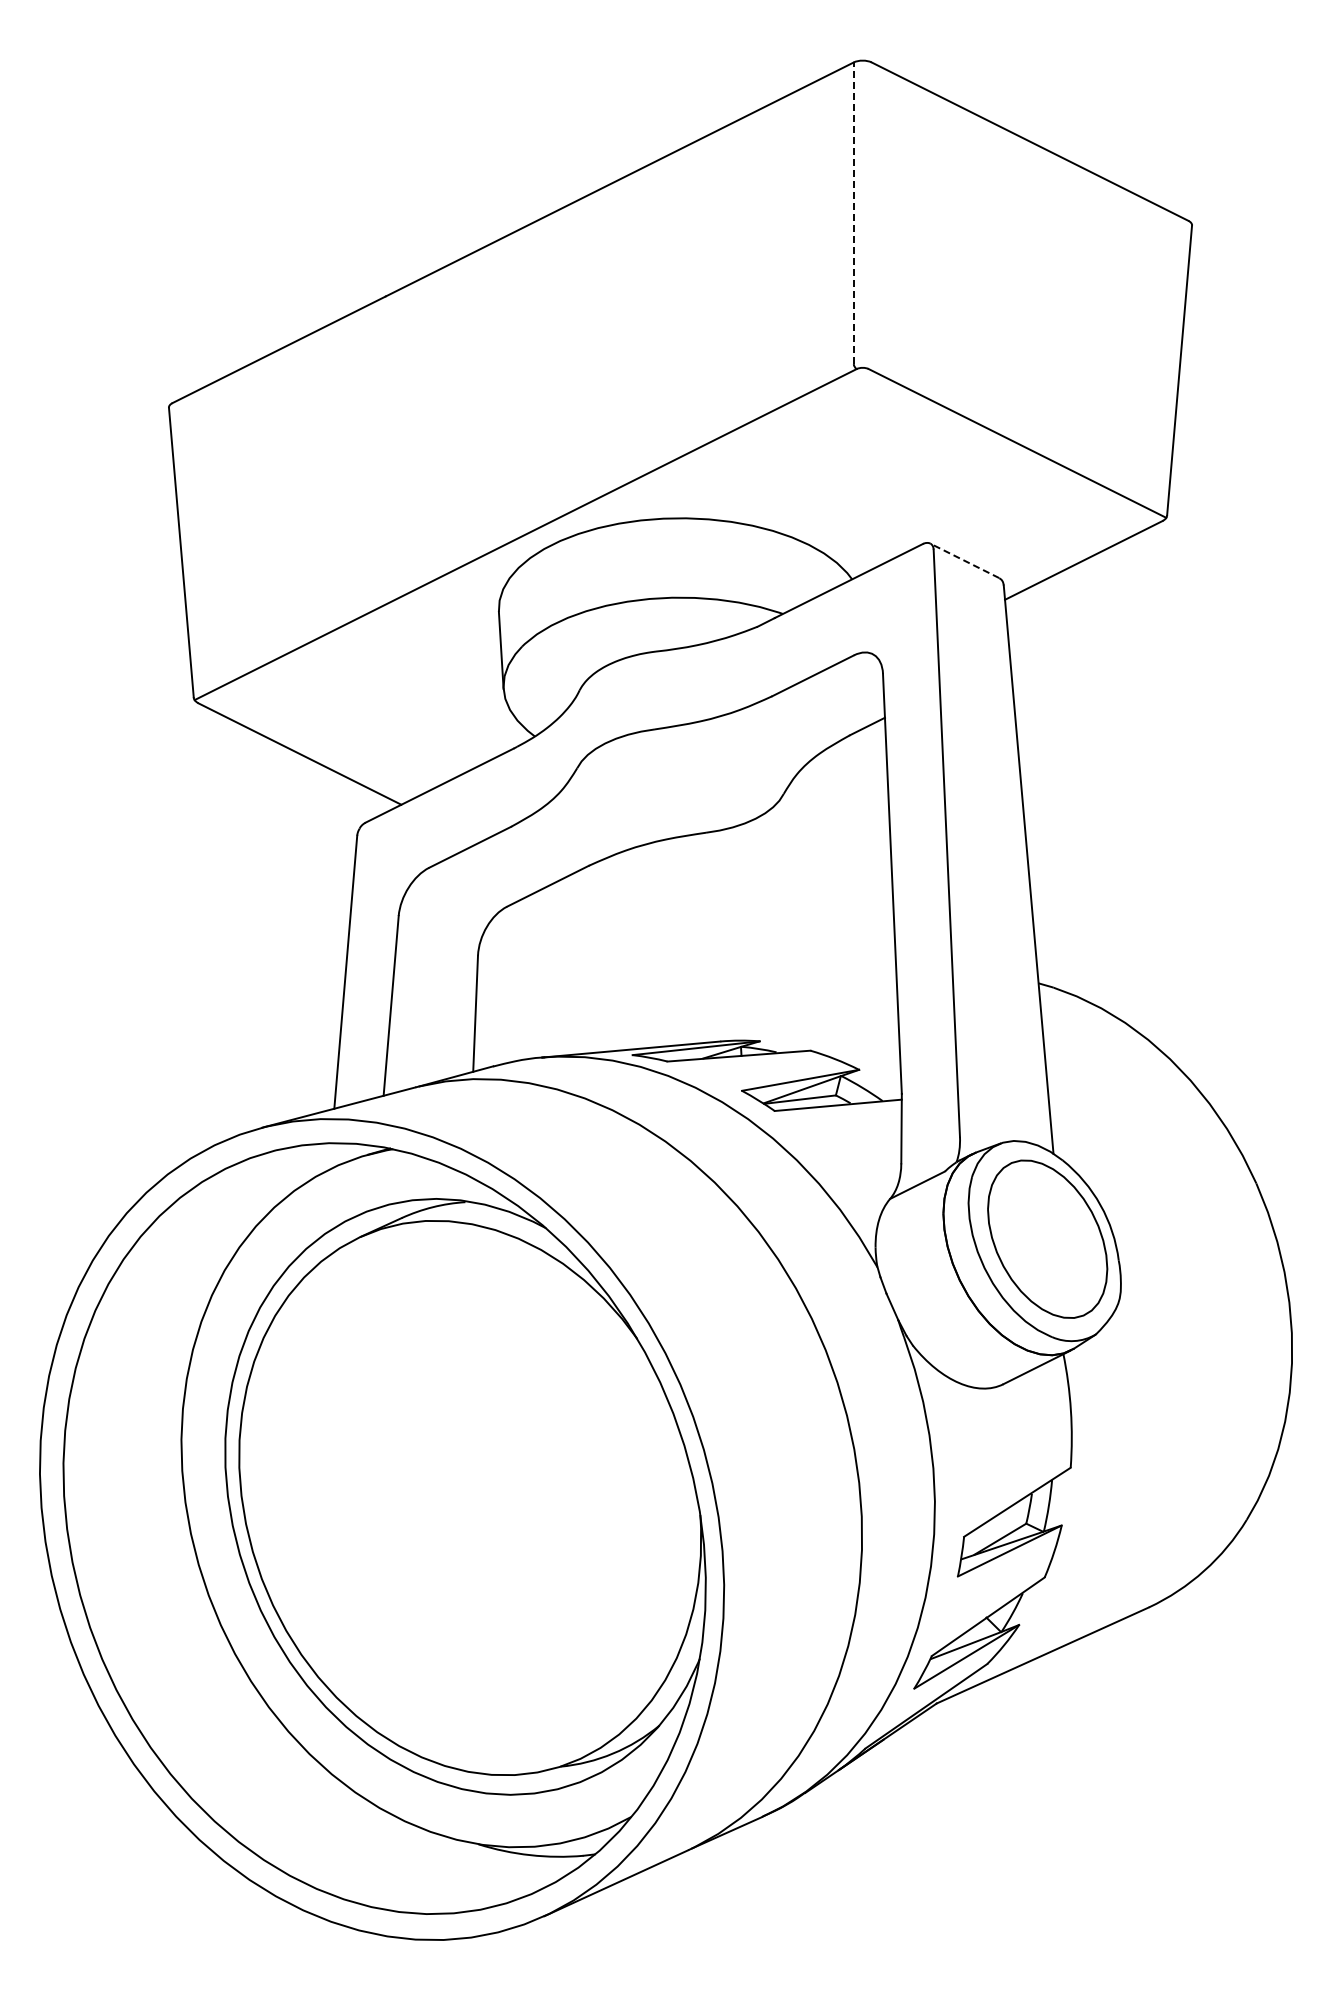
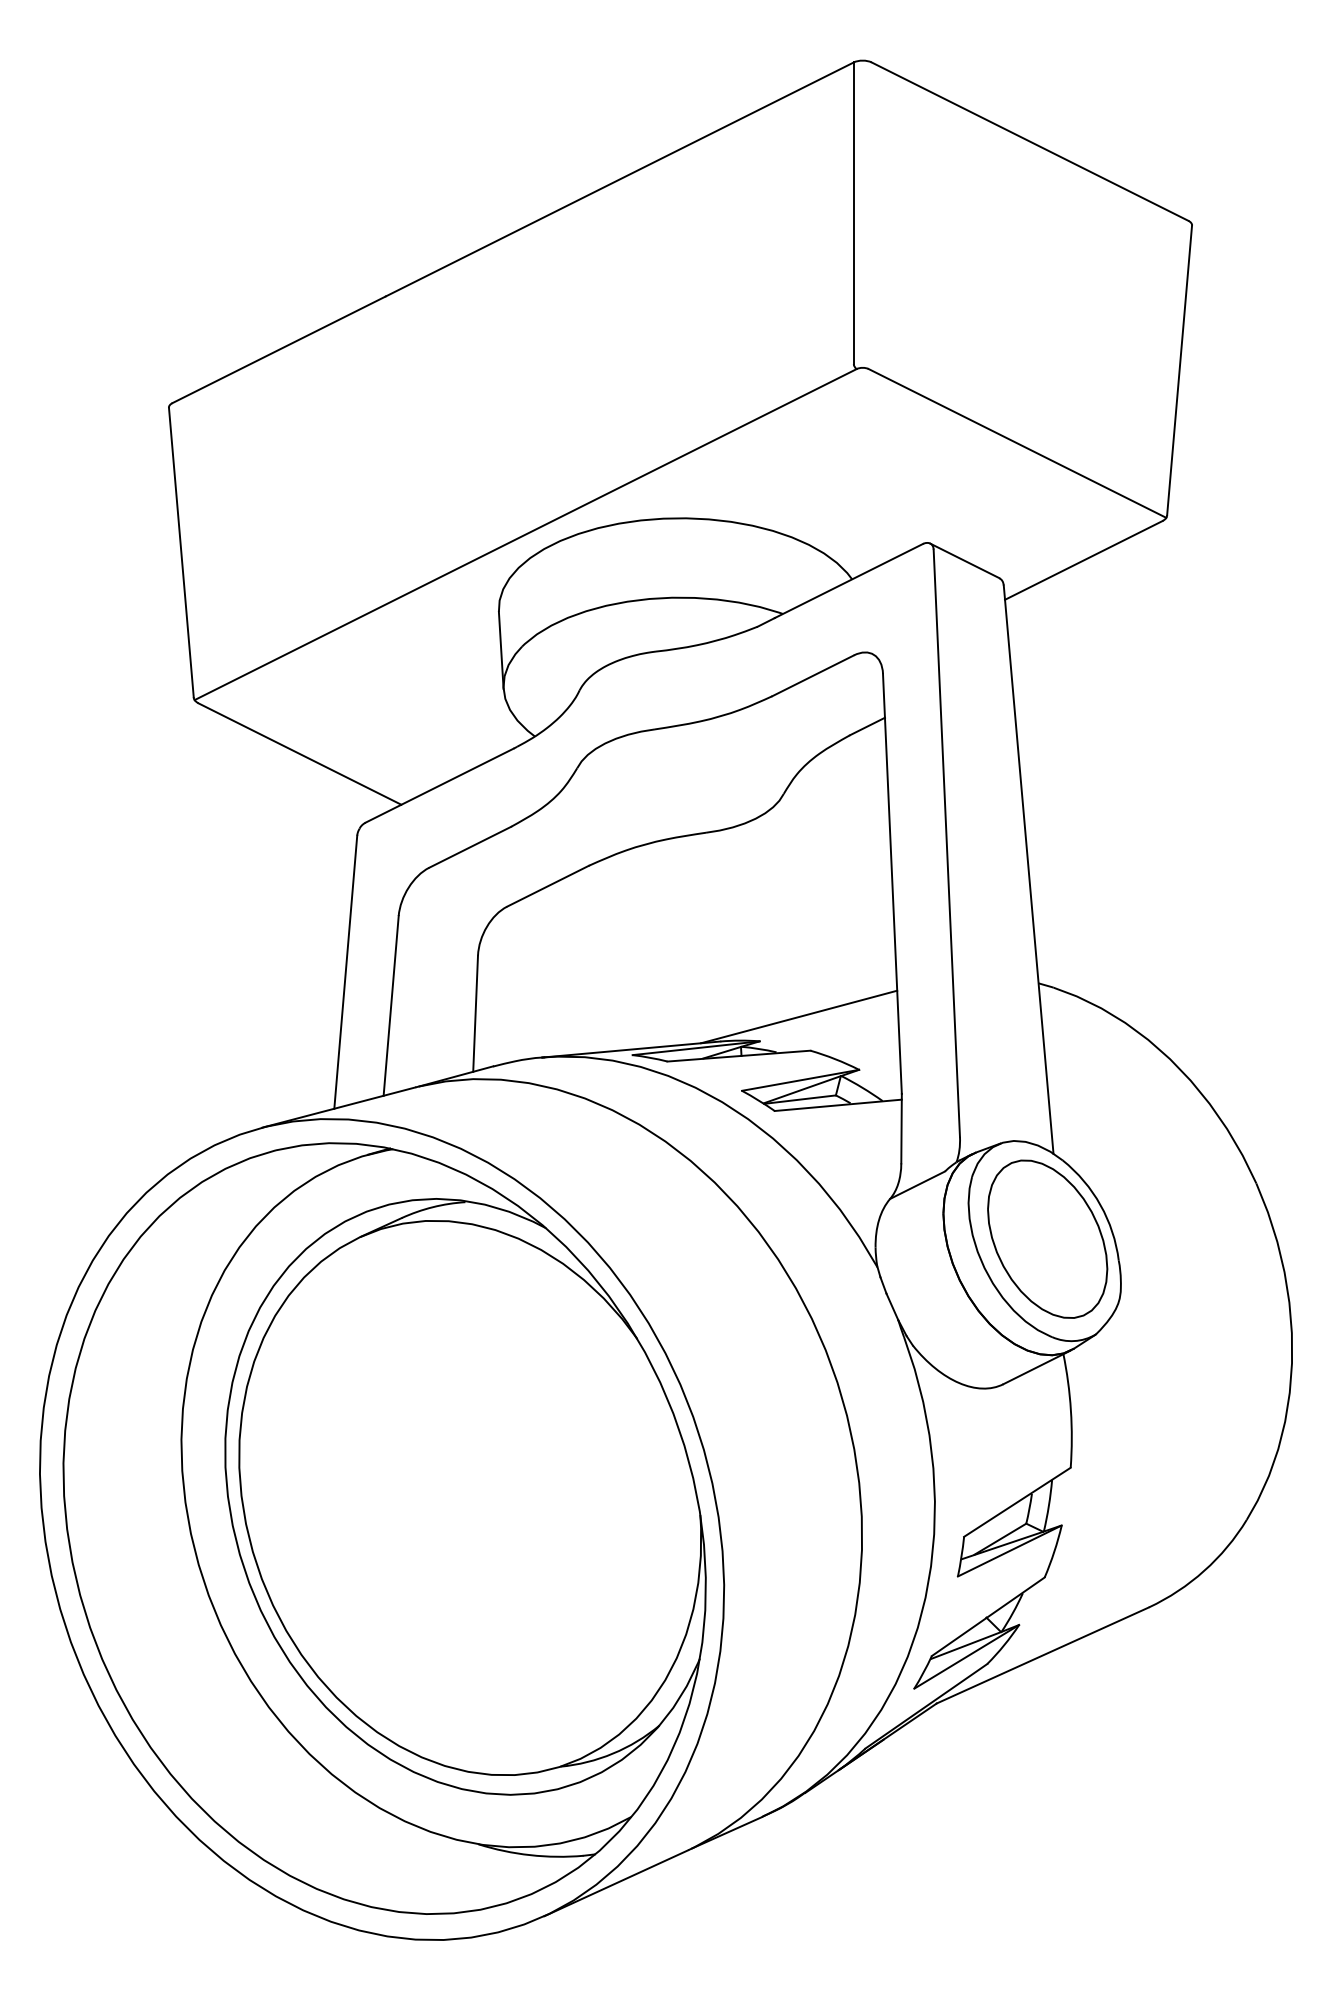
line at (853, 213): dashed -> solid
line at (964, 560): dashed -> solid
line at (799, 1016): none -> present
